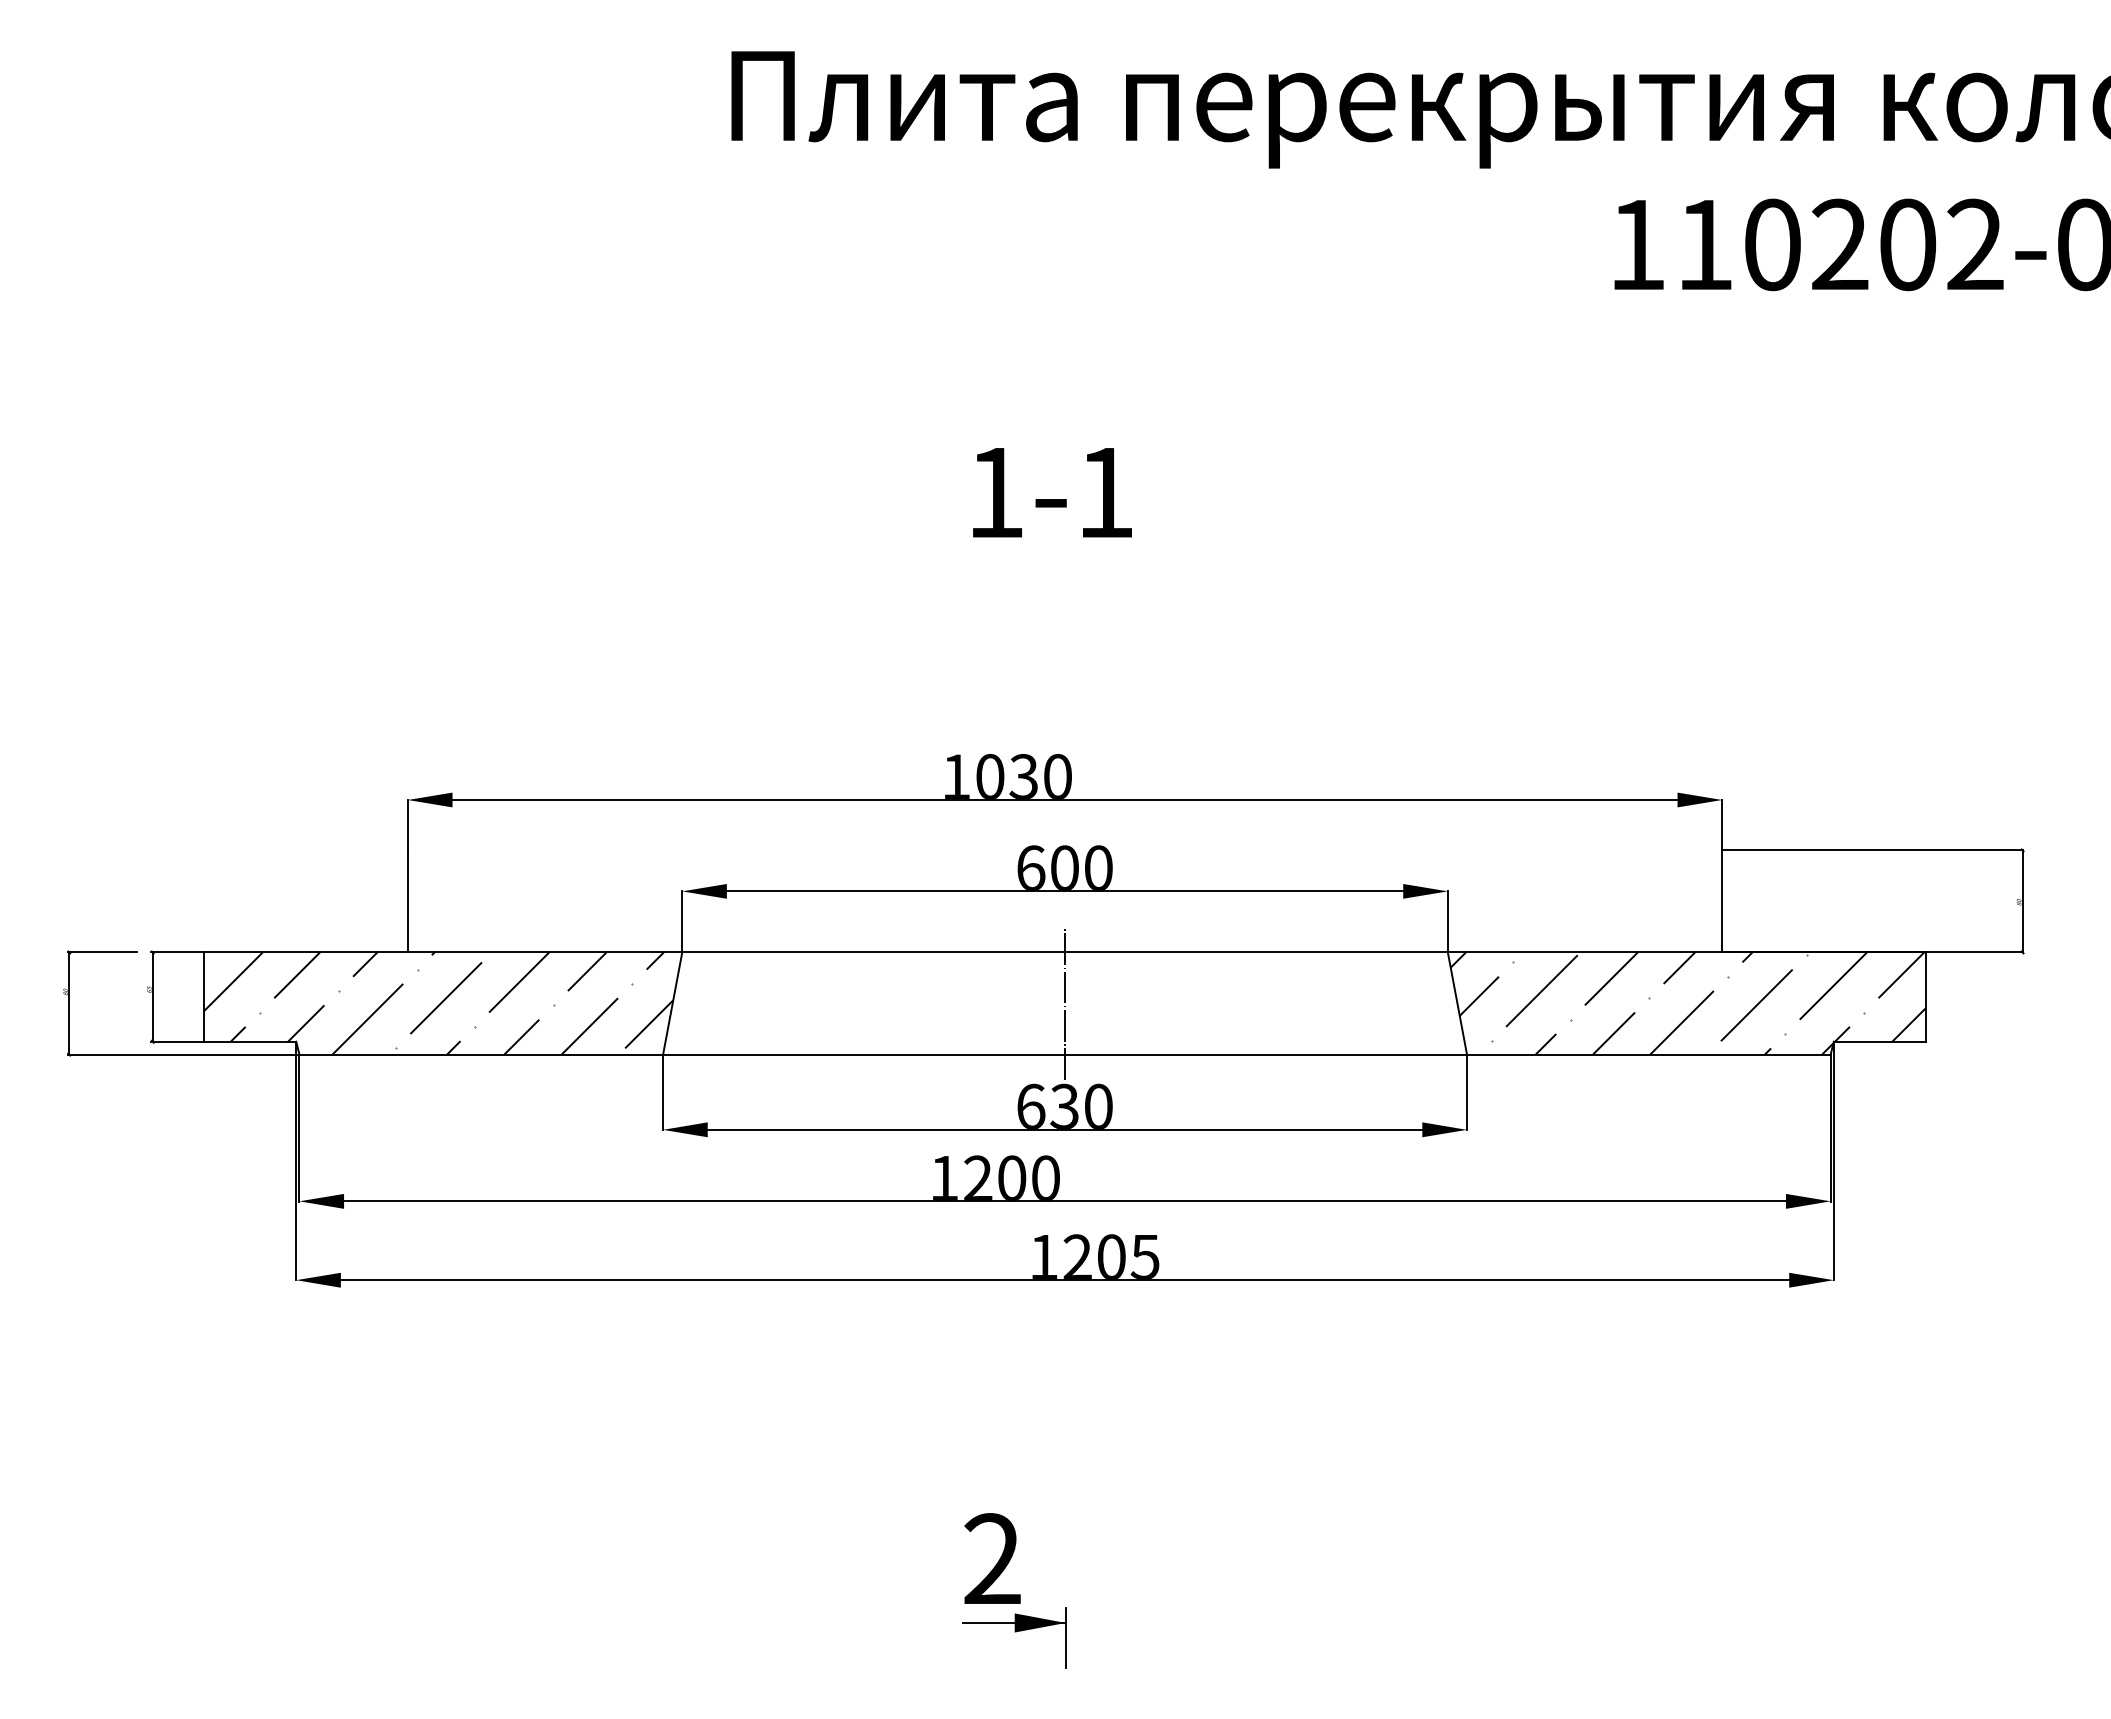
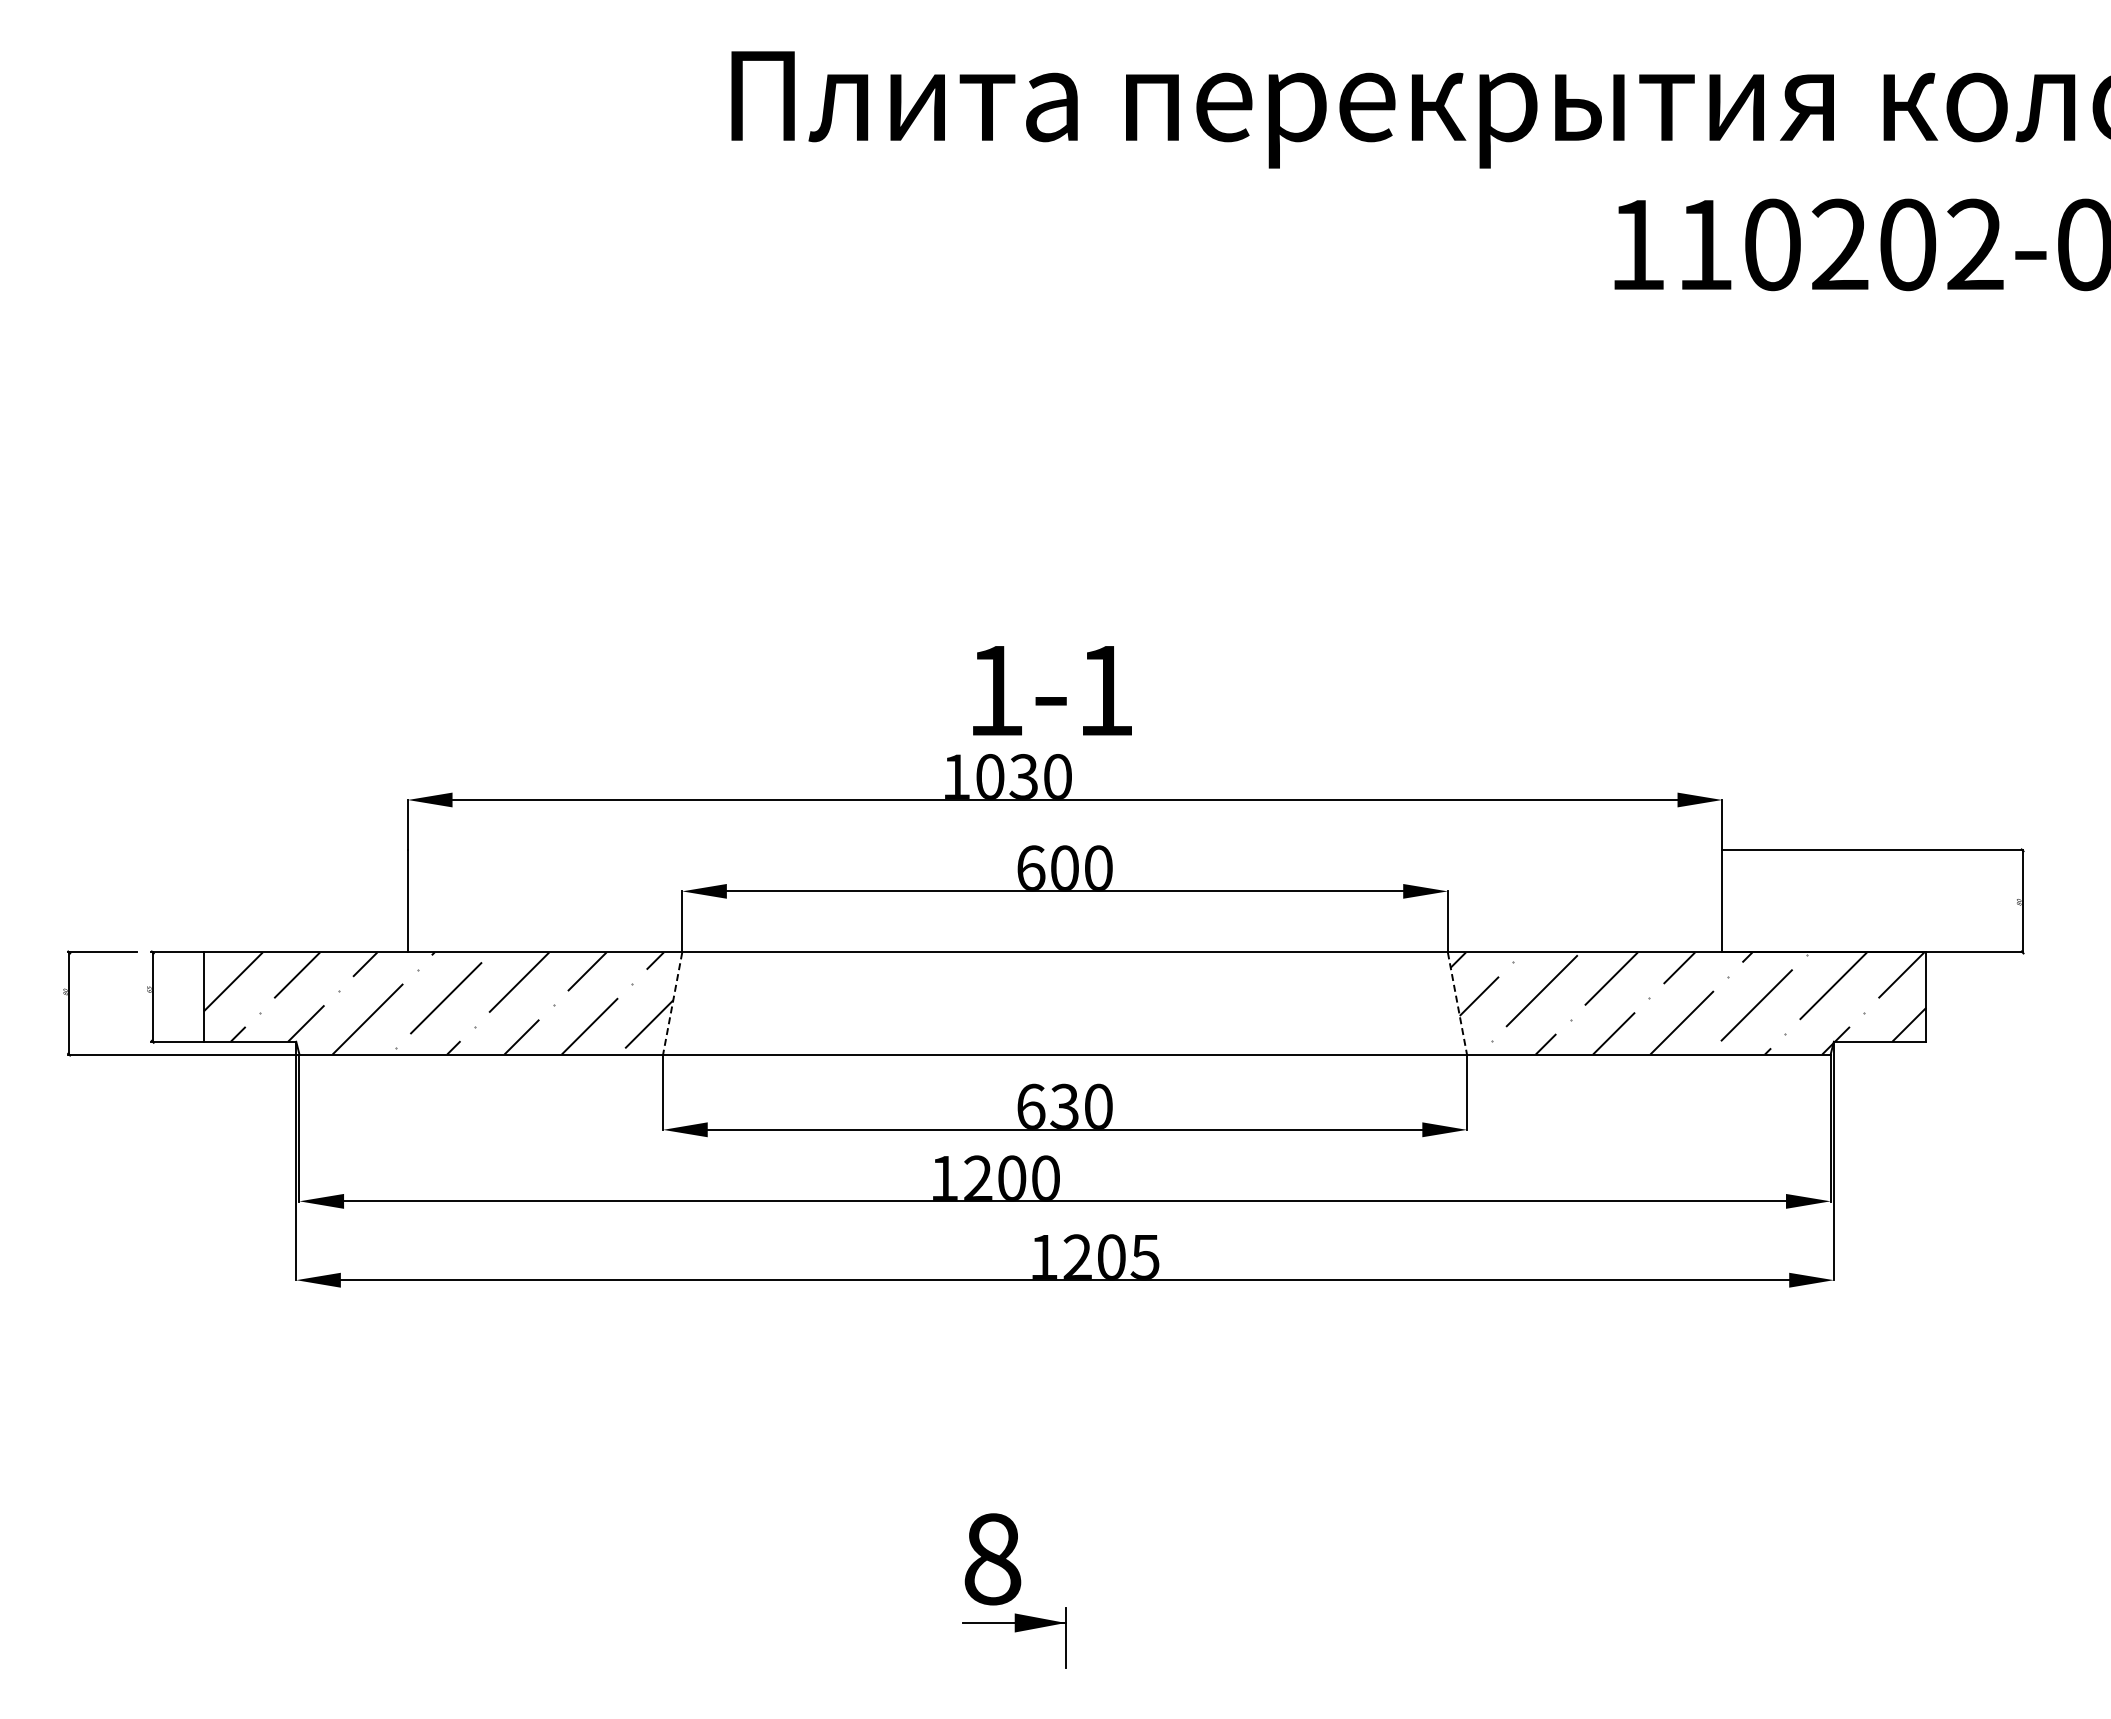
text at (1052, 492) position: (1052, 492) -> (1052, 690)
line at (672, 1003): solid -> dashed
line at (1065, 1003): present -> none
line at (1457, 1003): solid -> dashed
text at (992, 1559): 2 -> 8
